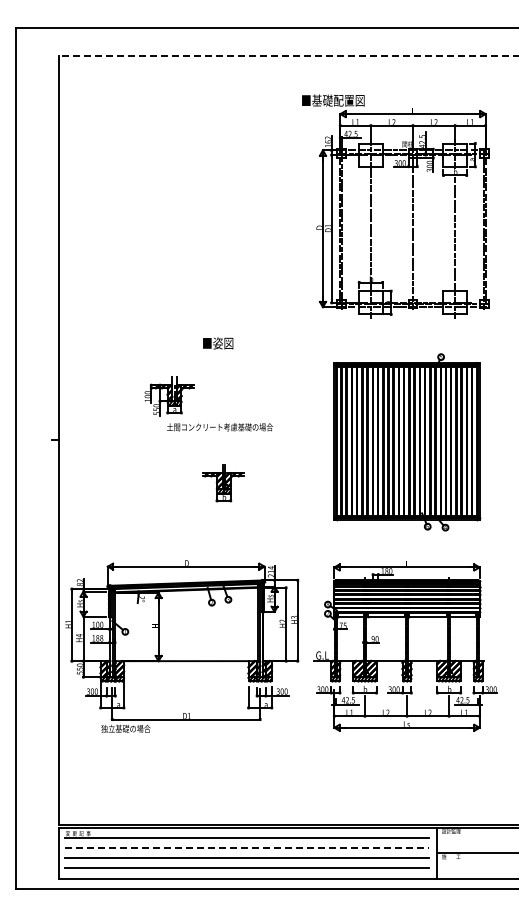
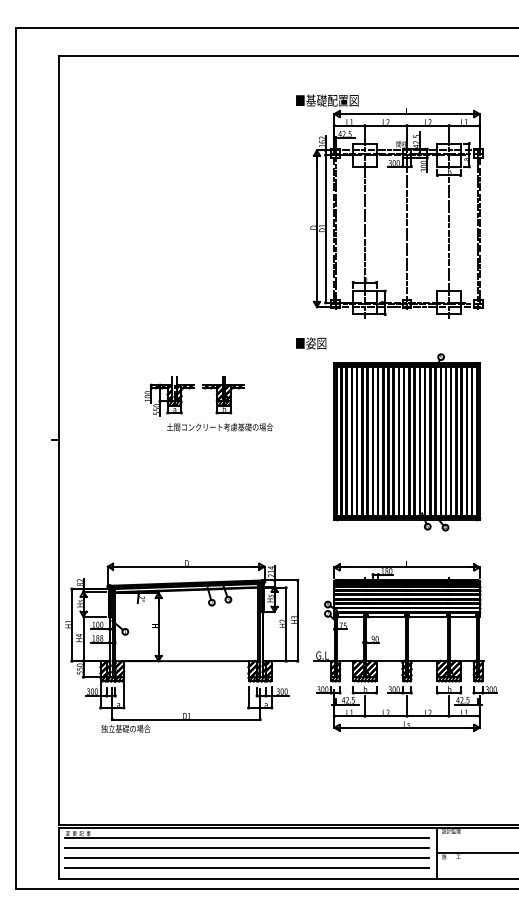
line at (288, 55): dashed -> solid
part at (412, 206) position: (412, 206) -> (406, 206)
text at (218, 343) position: (218, 343) -> (311, 343)
part at (223, 483) position: (223, 483) -> (223, 395)
line at (247, 848): dashed -> solid
